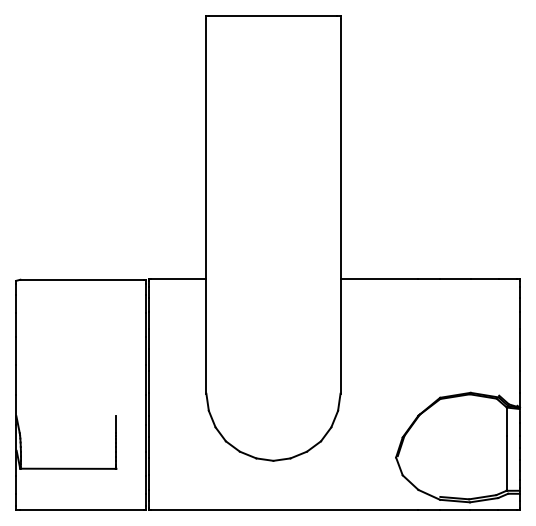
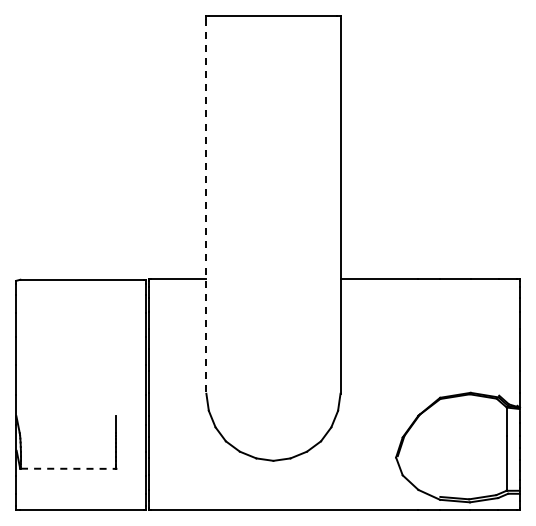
line at (206, 206): solid -> dashed
line at (68, 468): solid -> dashed
